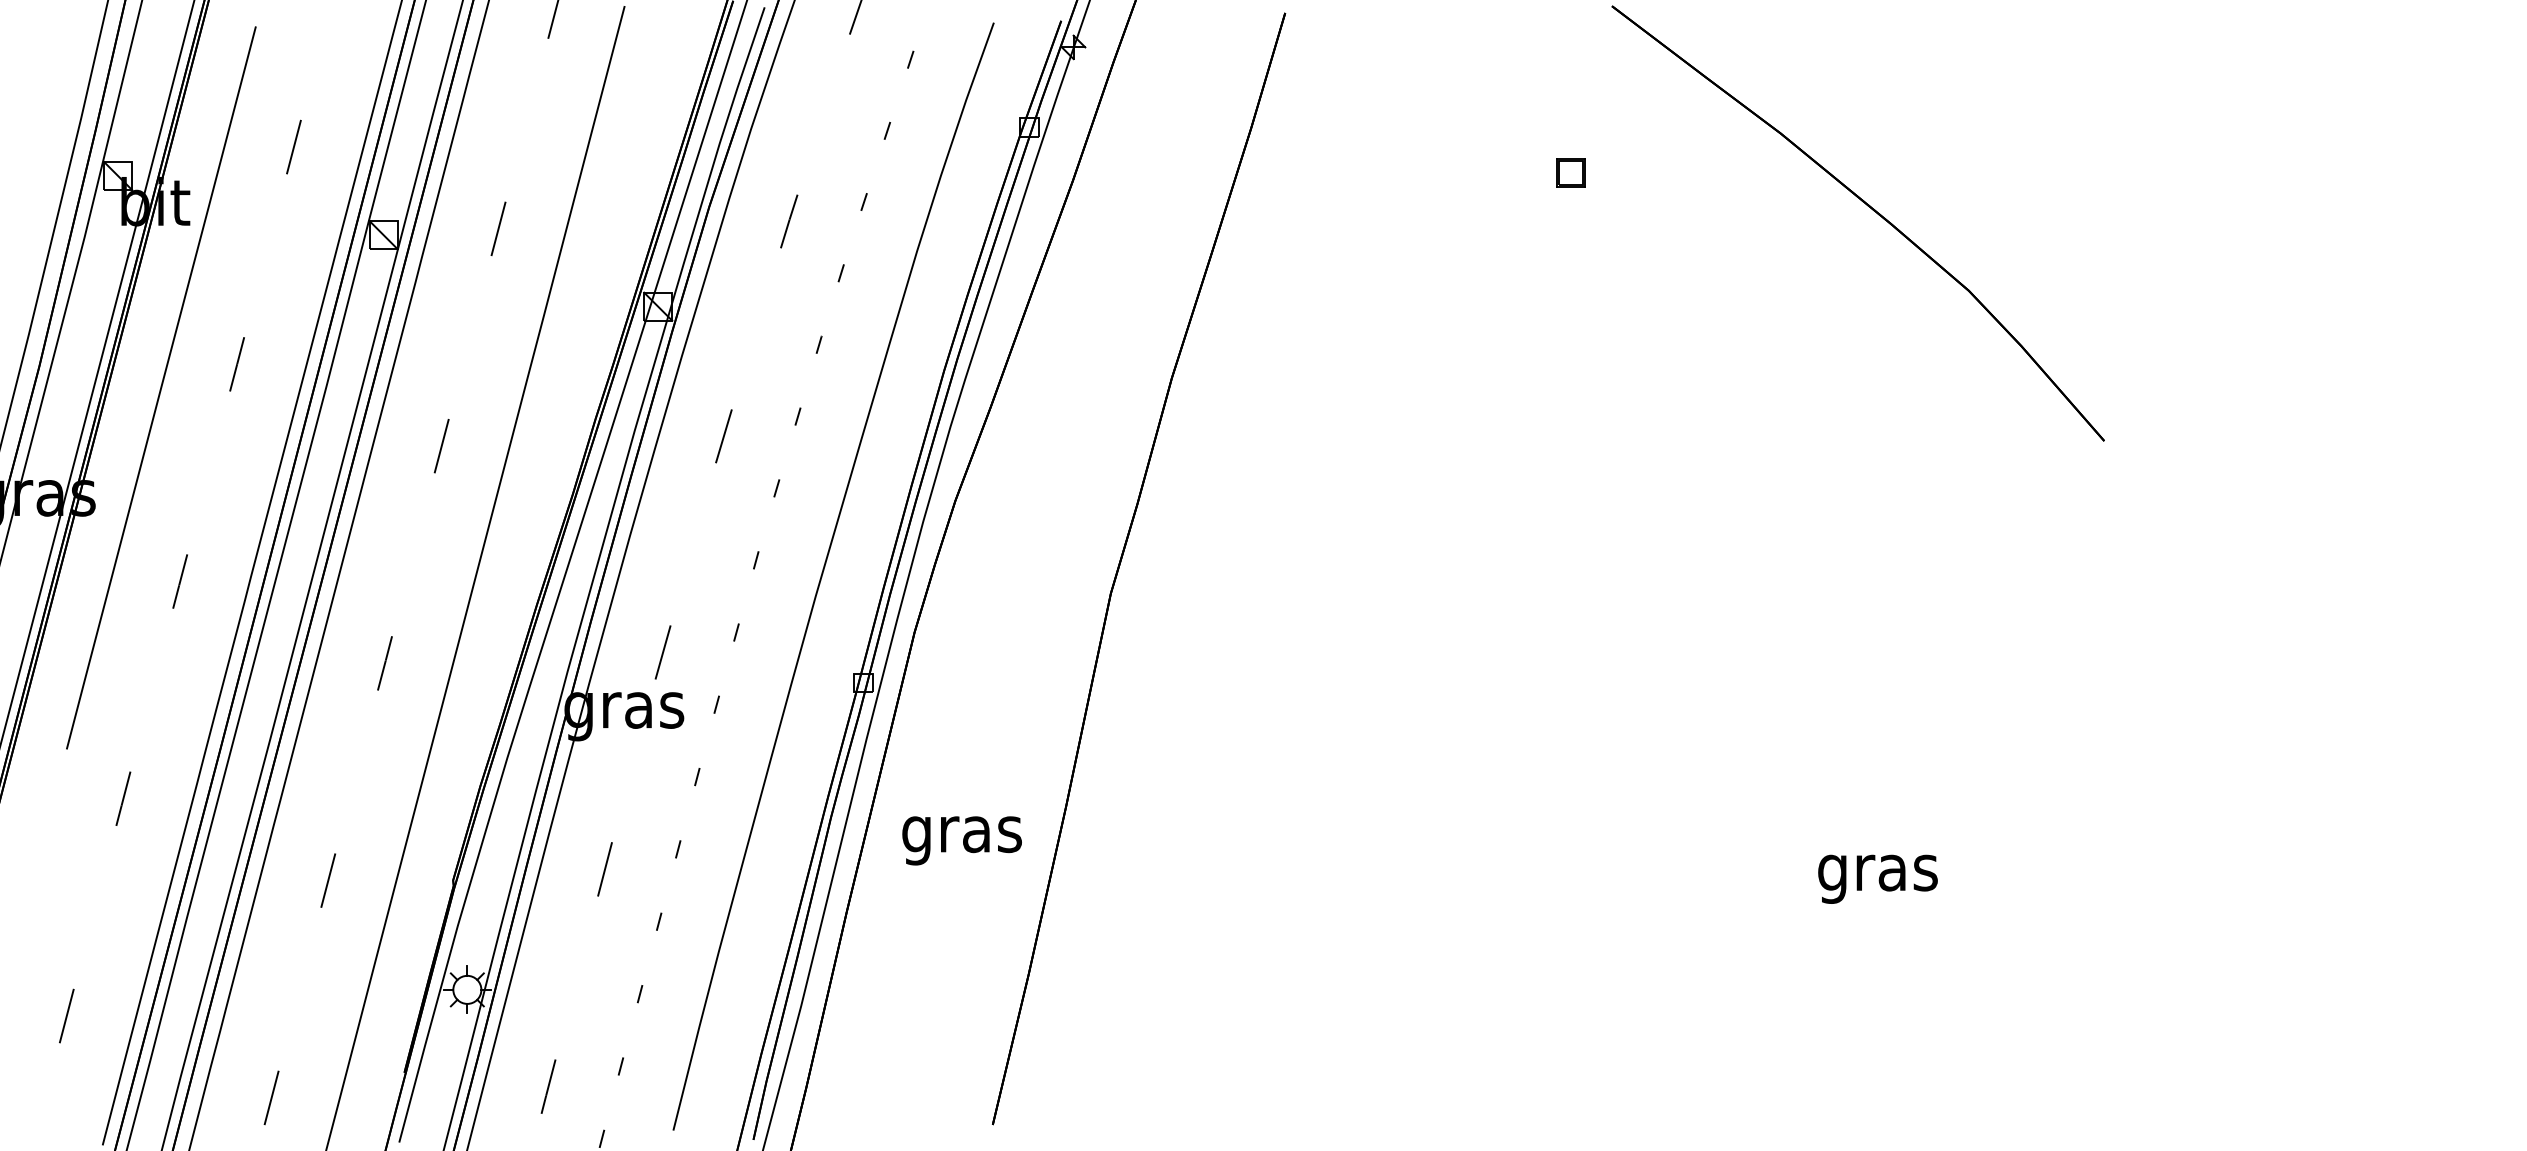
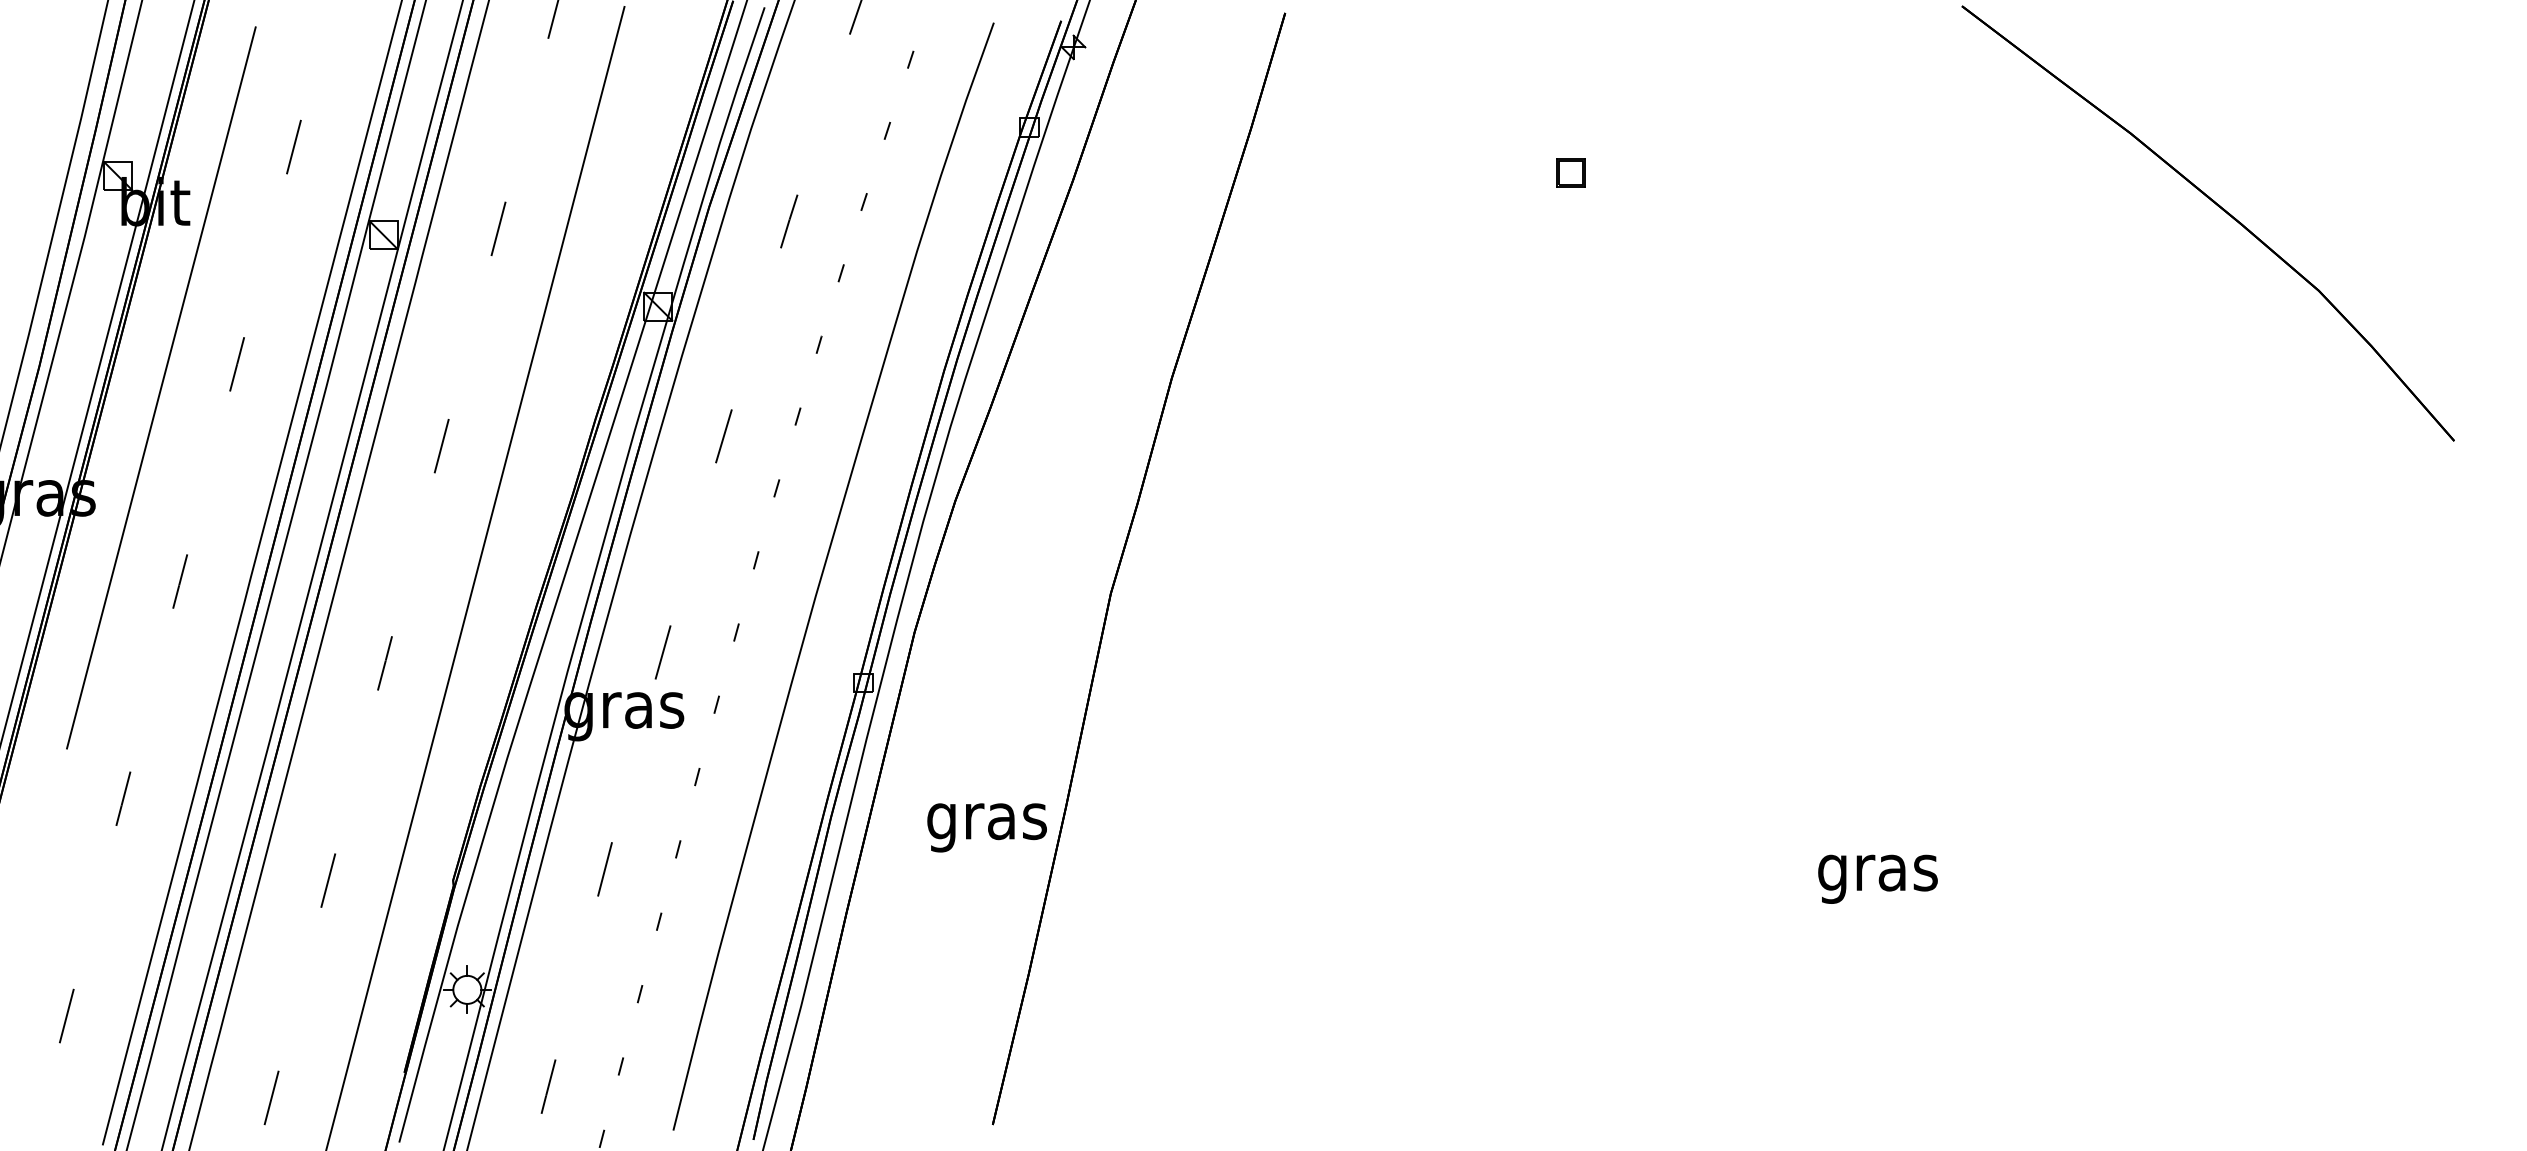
part at (1867, 206) position: (1867, 206) -> (2217, 206)
text at (961, 840) position: (961, 840) -> (986, 827)
